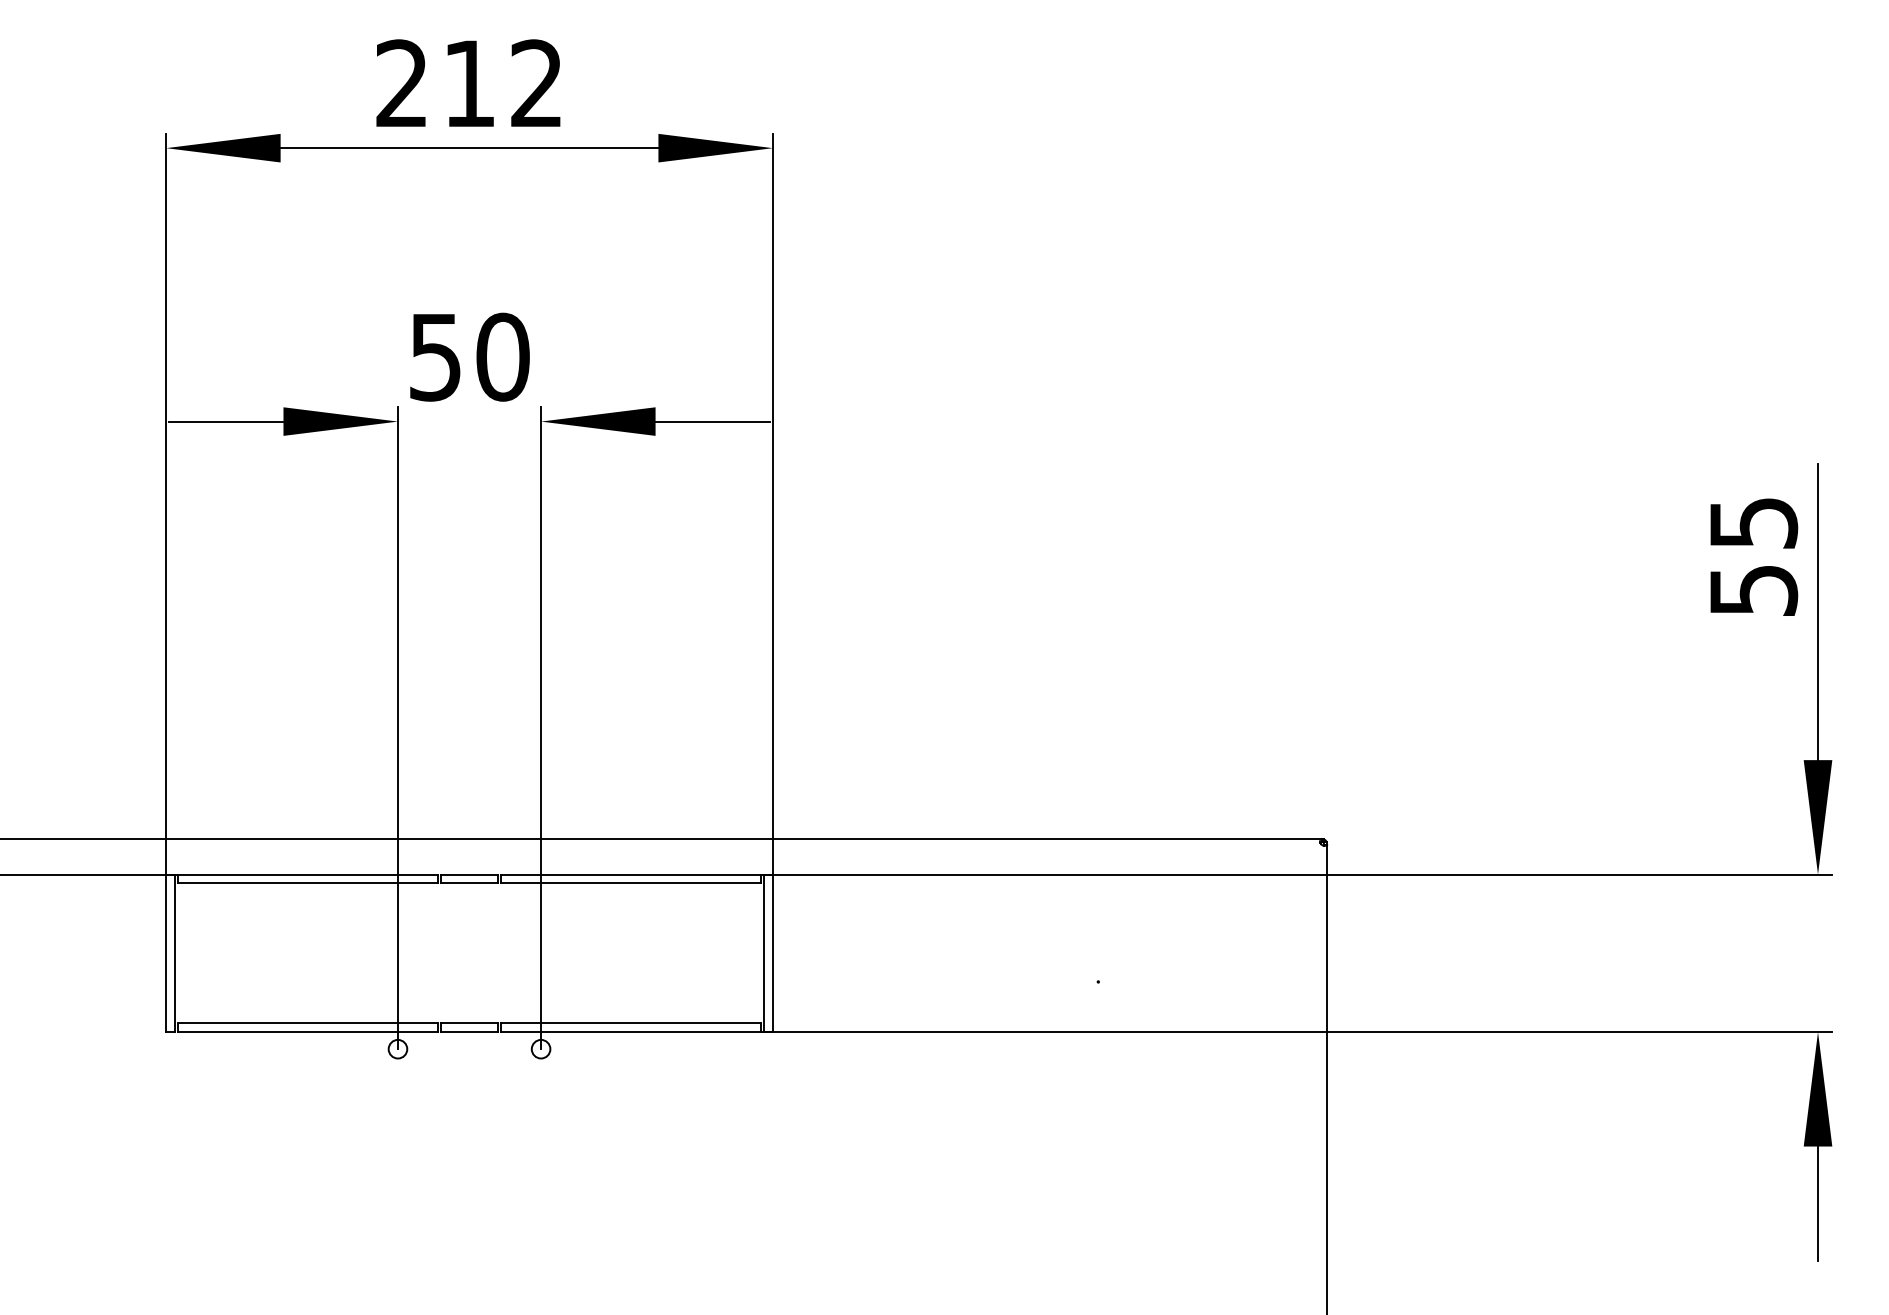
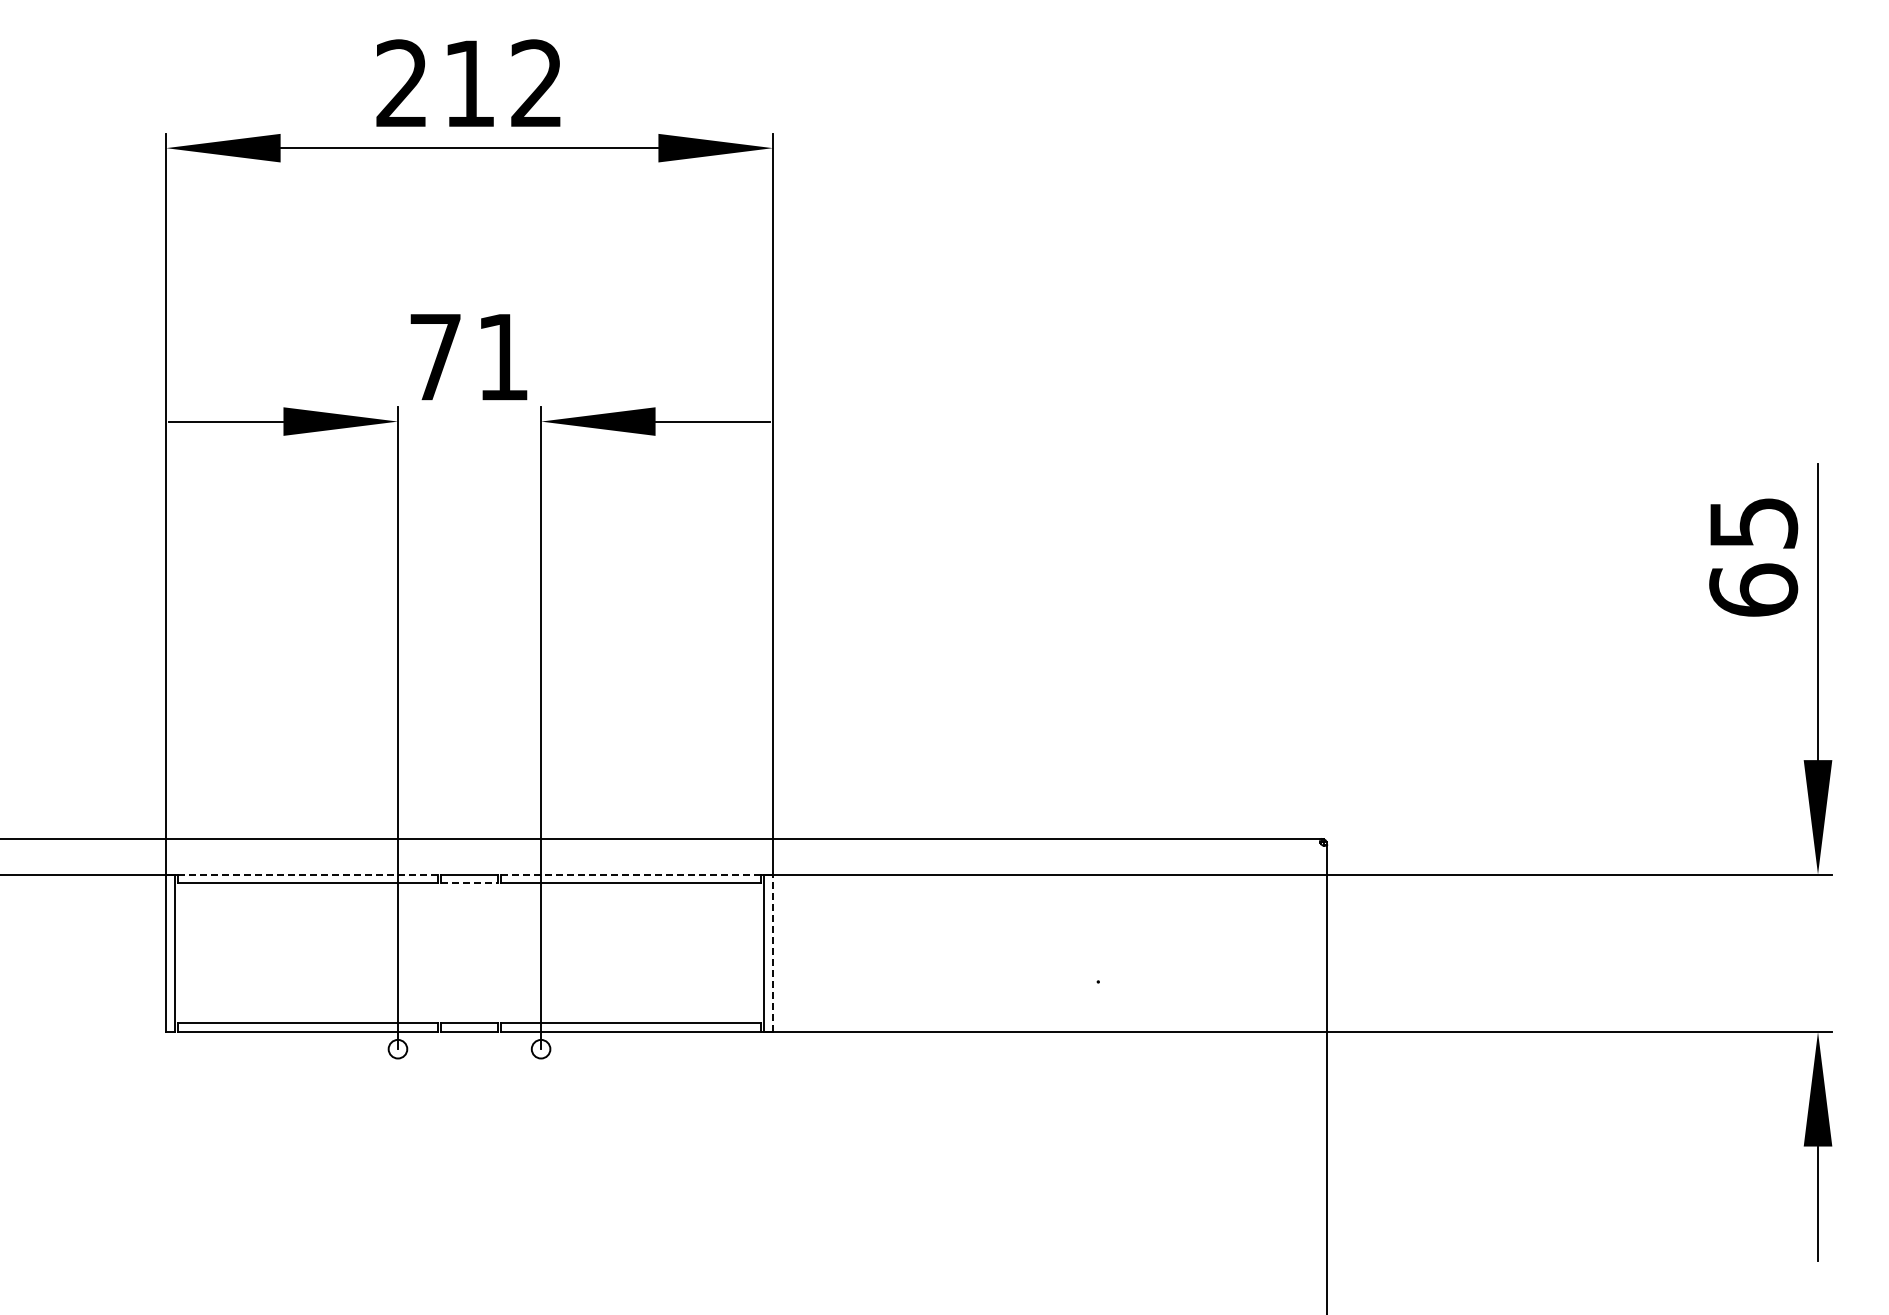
text at (469, 356): 50 -> 71
text at (1753, 589): 55 -> 65
line at (307, 874): solid -> dashed
line at (630, 874): solid -> dashed
line at (469, 883): solid -> dashed
line at (772, 953): solid -> dashed
